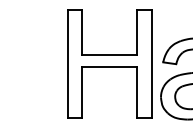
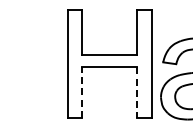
line at (81, 92): solid -> dashed
line at (137, 93): solid -> dashed
